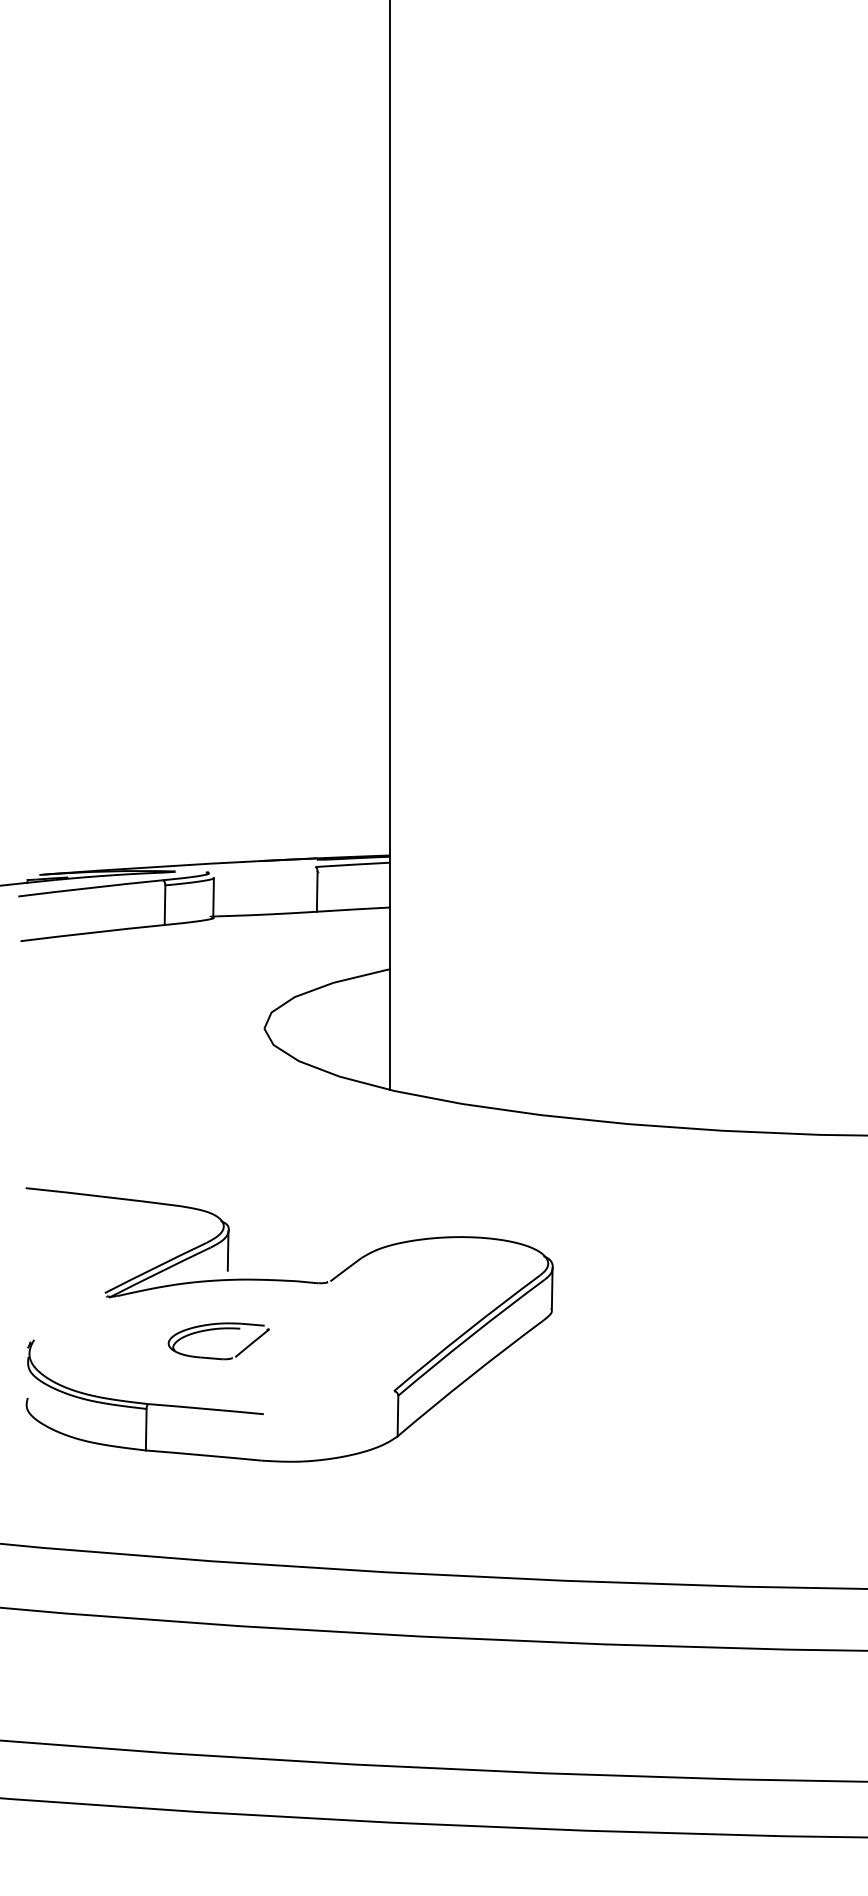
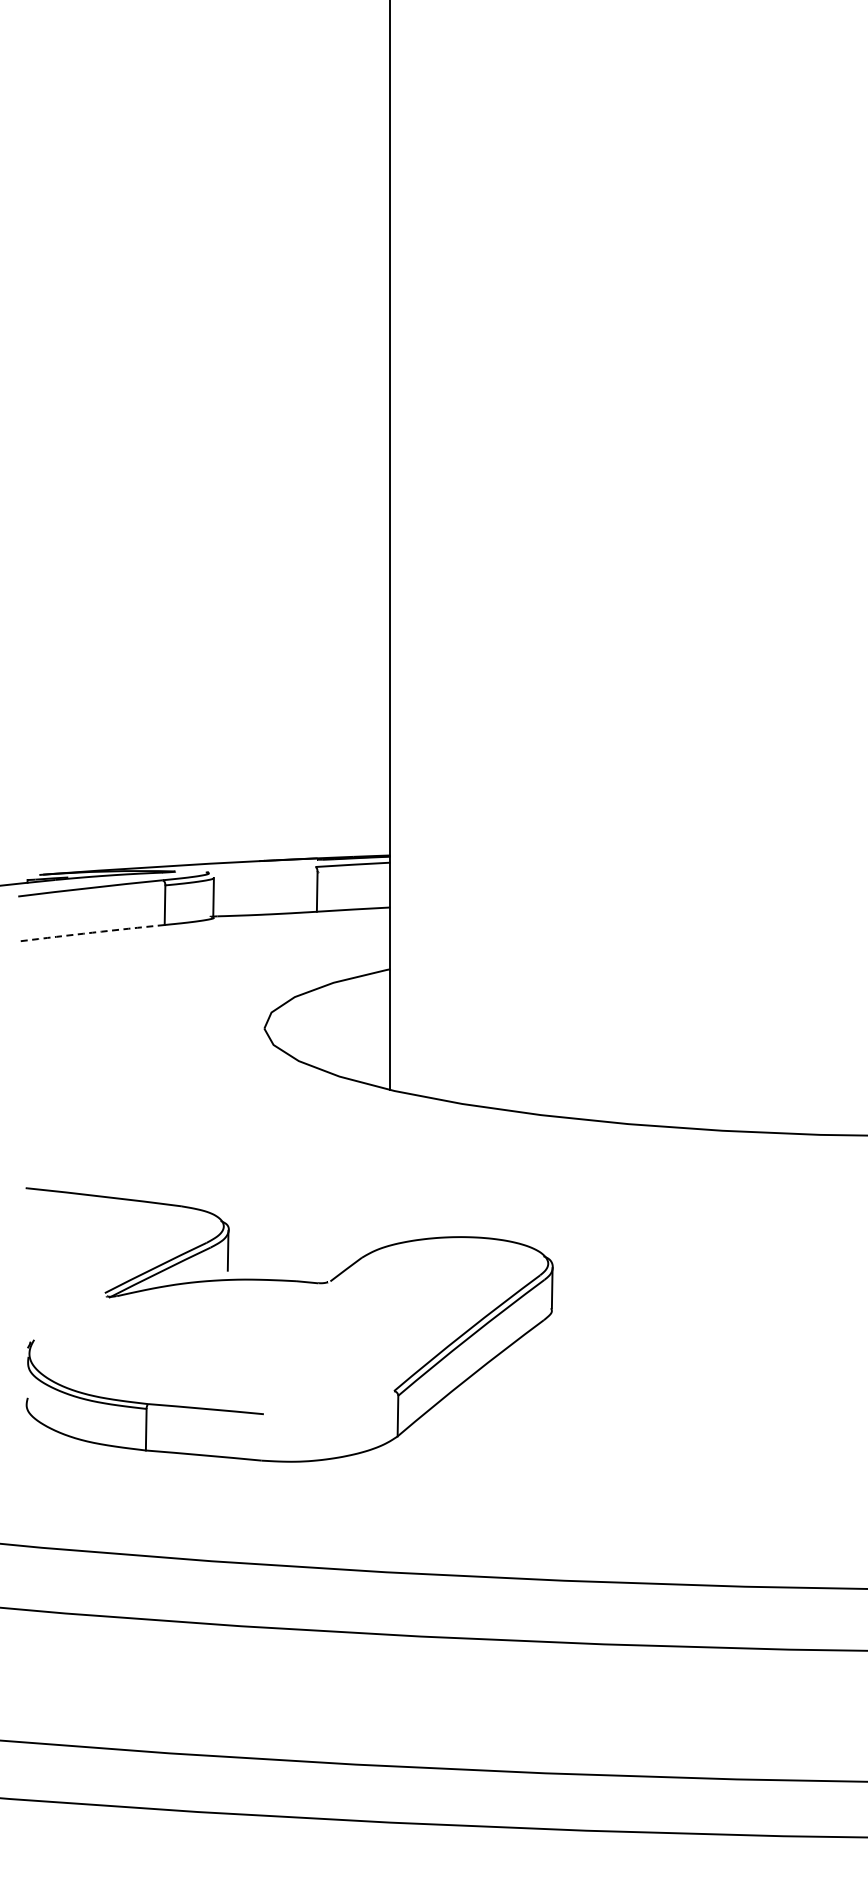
arc at (92, 932): solid -> dashed
part at (218, 1329): present -> none
